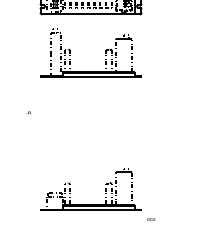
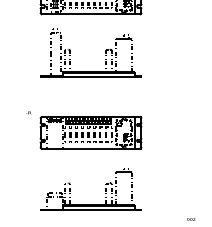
part at (90, 132): none -> present
text at (151, 219) position: (151, 219) -> (191, 219)
